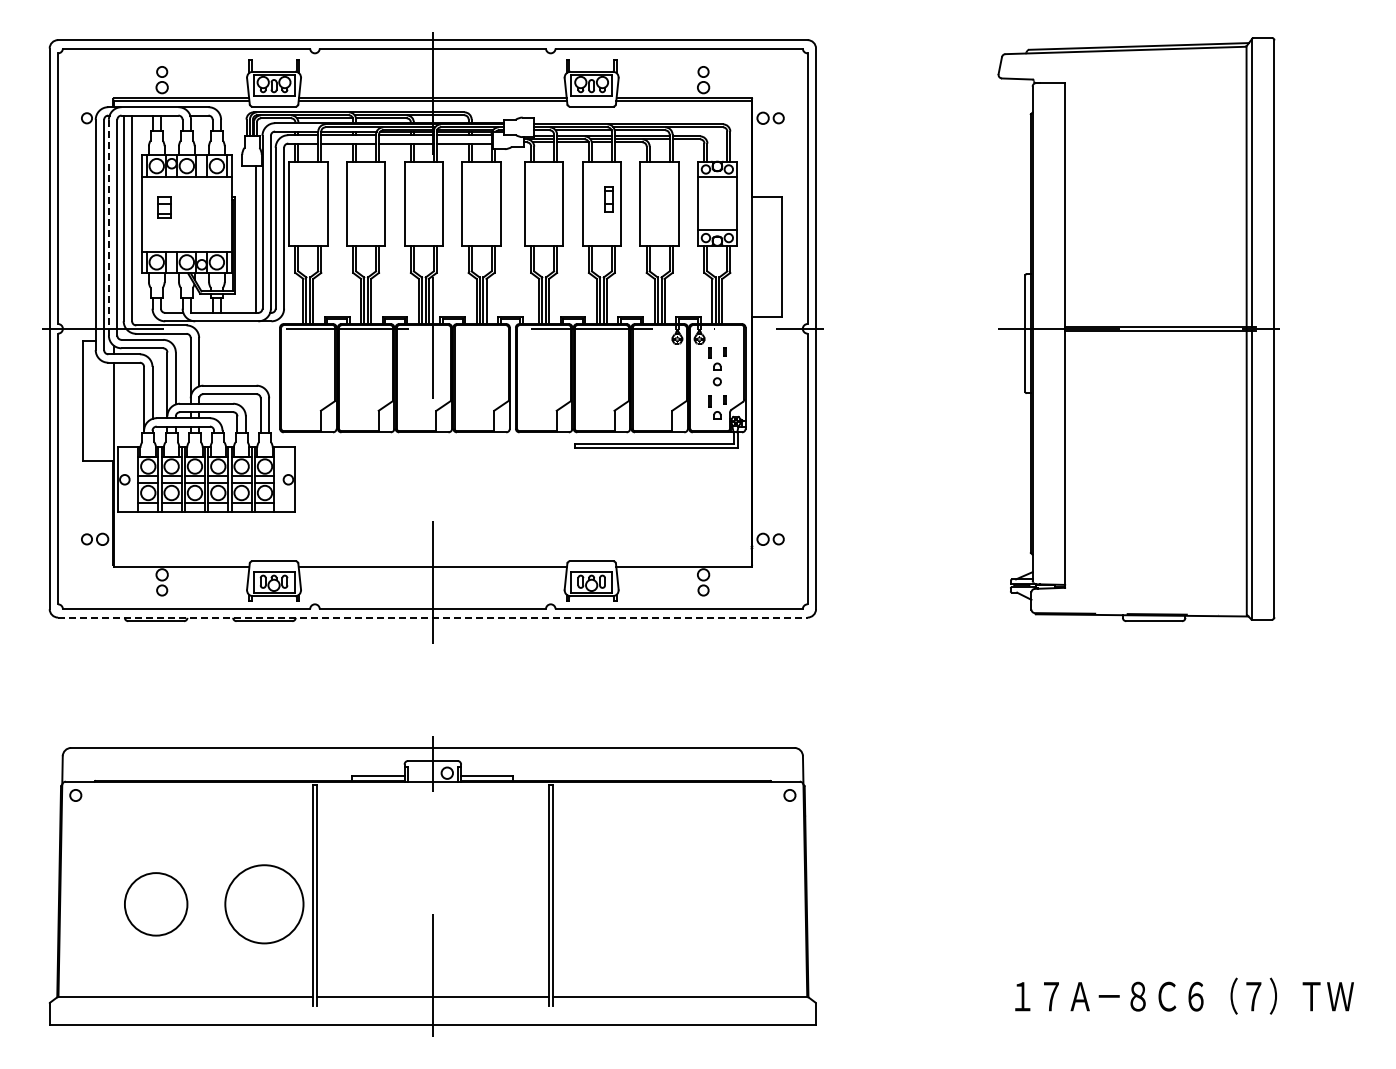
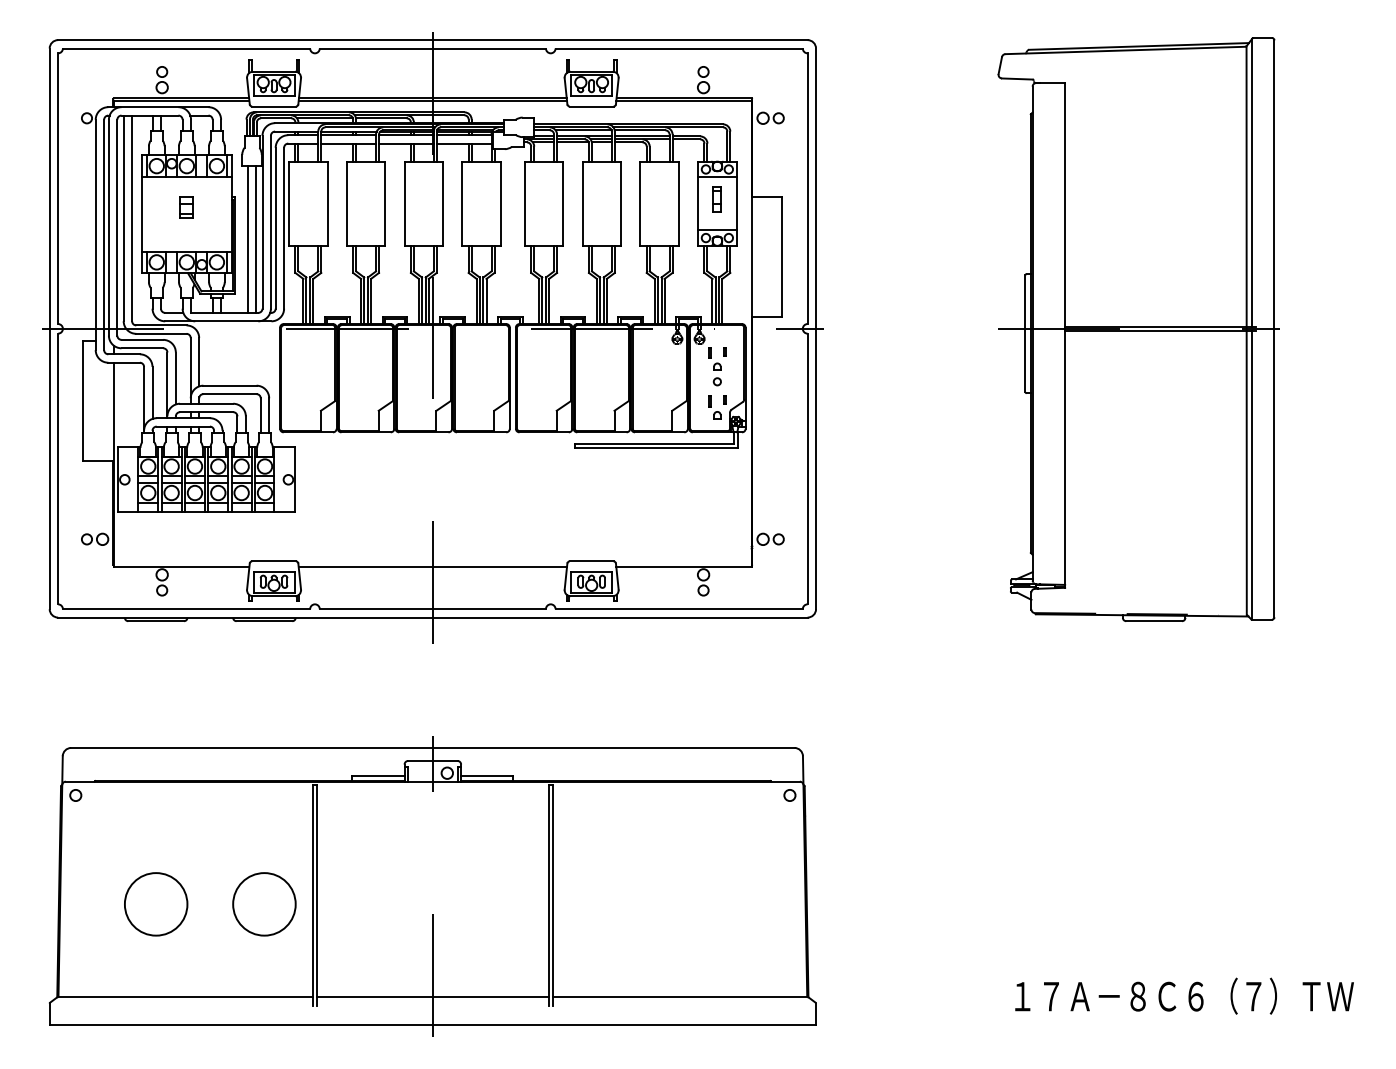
part at (608, 199) position: (608, 199) -> (716, 199)
part at (164, 207) position: (164, 207) -> (186, 207)
line at (108, 227): dashed -> solid
line at (247, 239): none -> present
line at (432, 617): dashed -> solid
circle at (264, 904) size: 81x81 px -> 65x65 px
